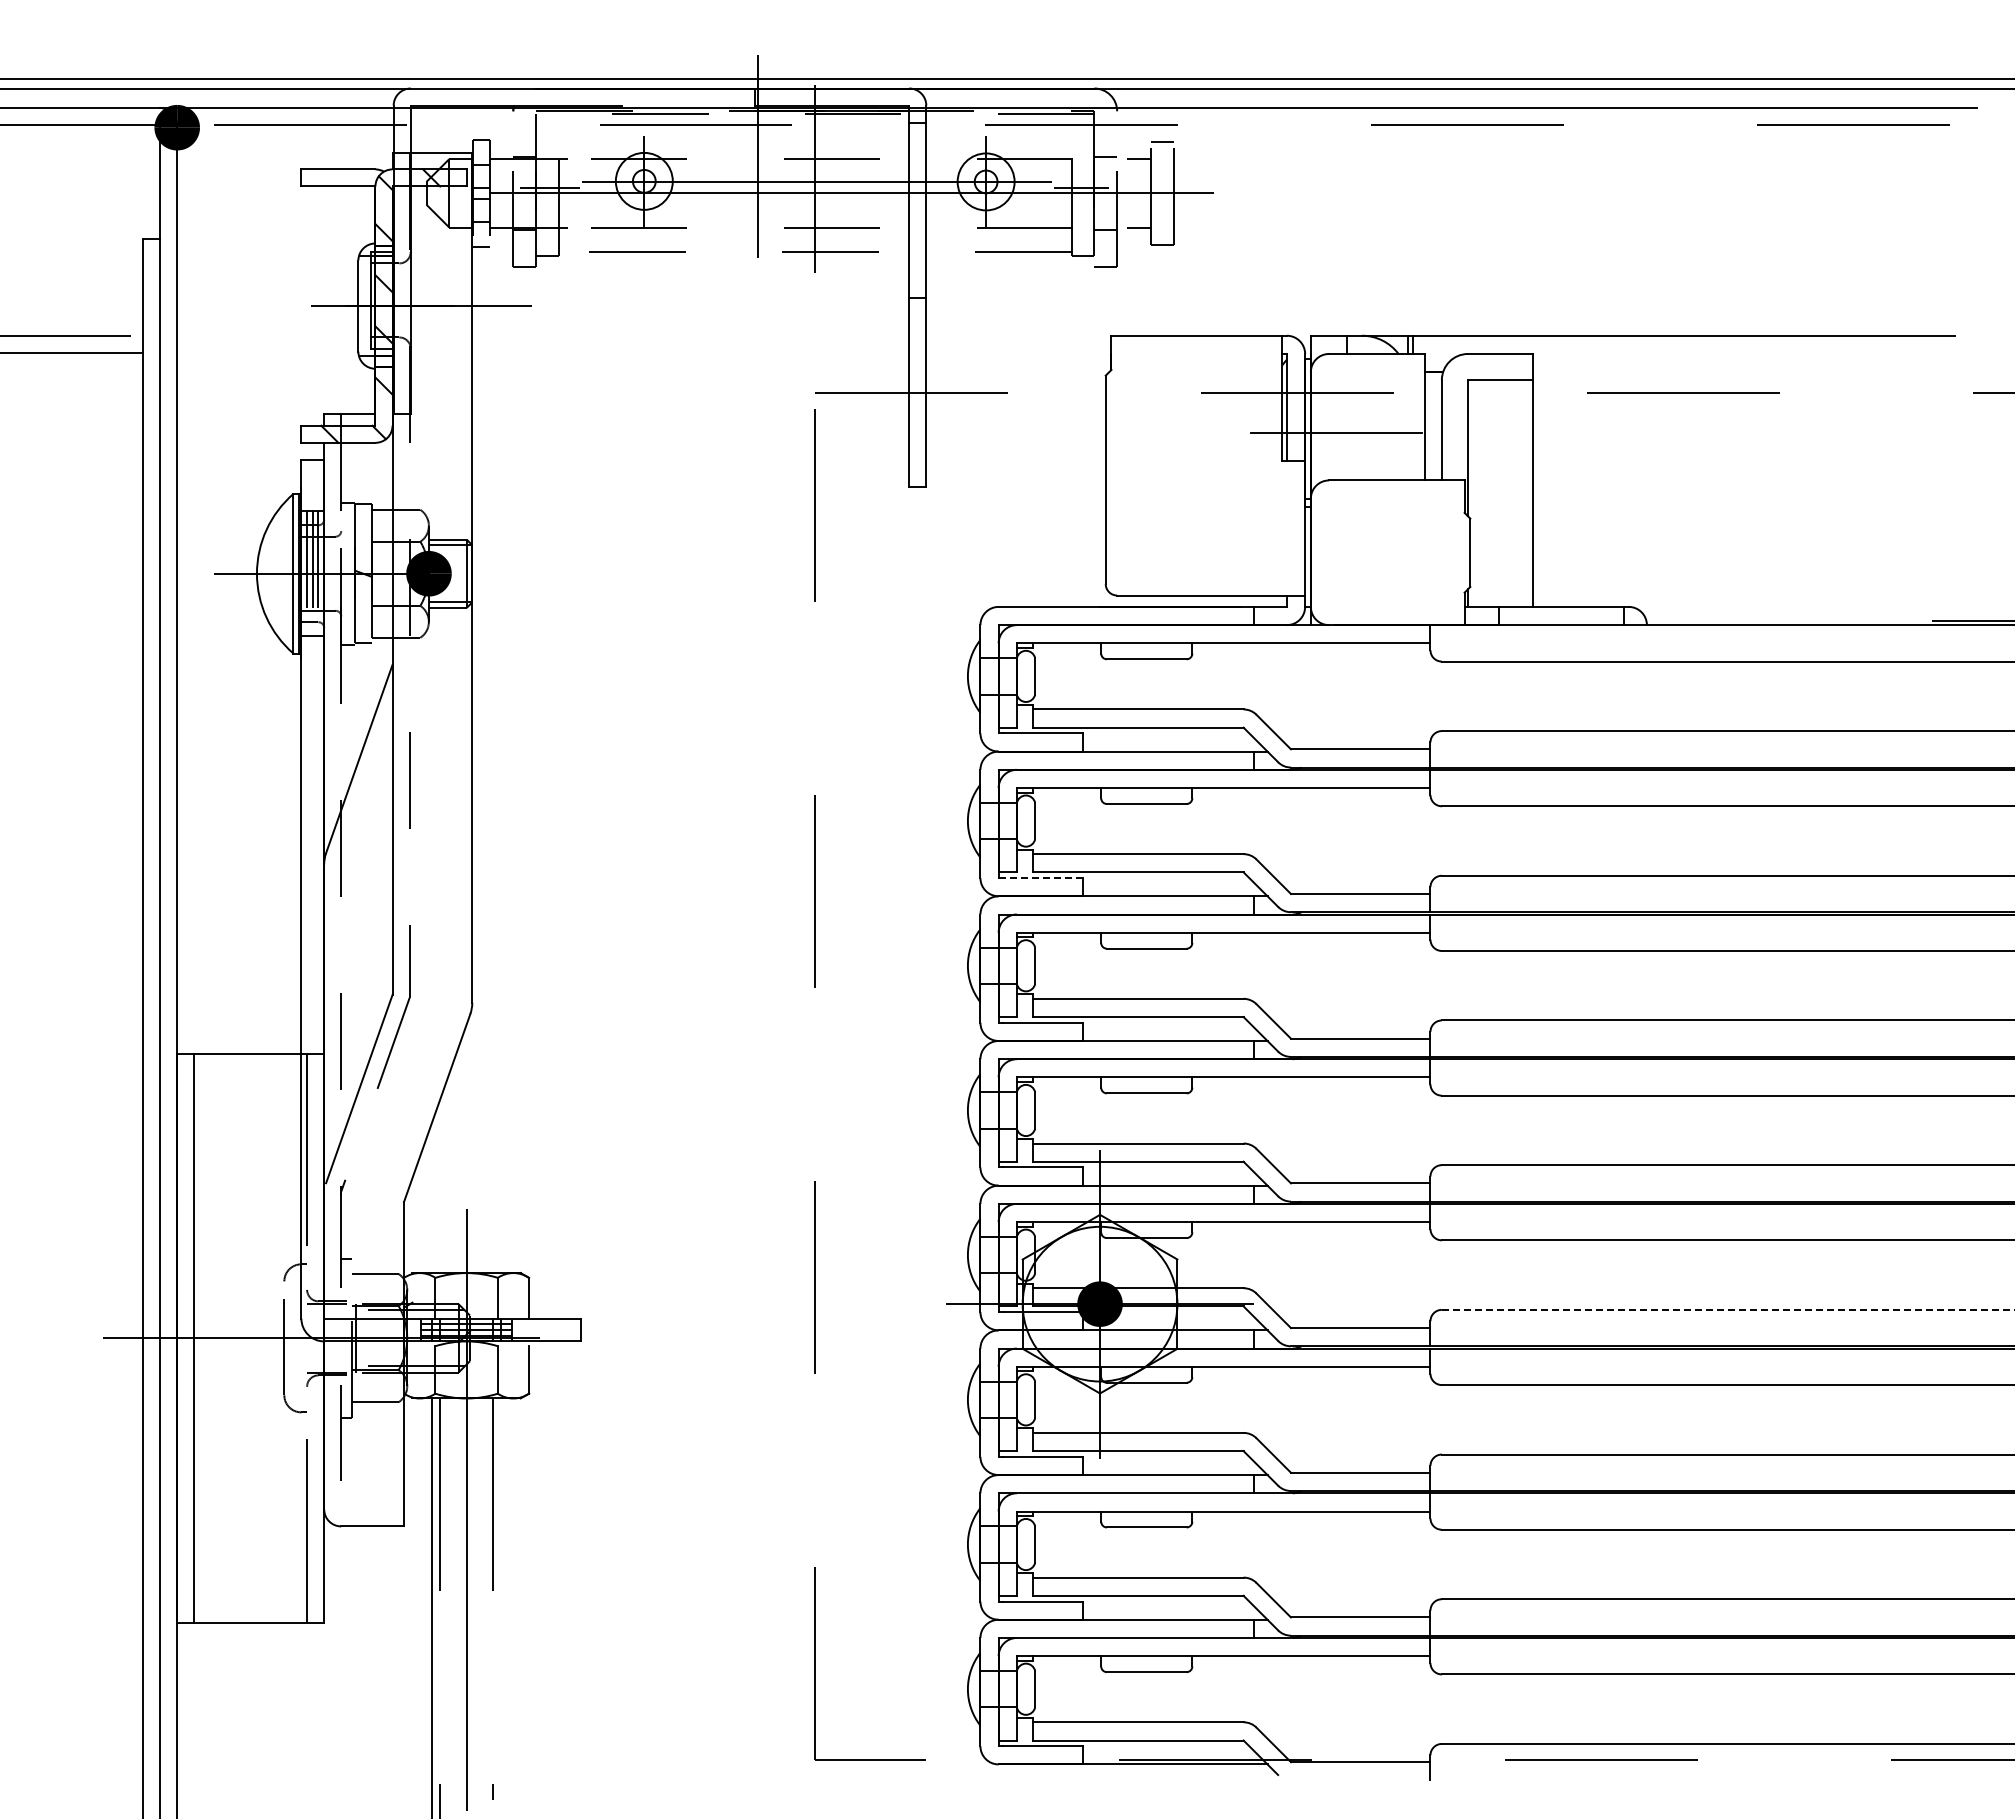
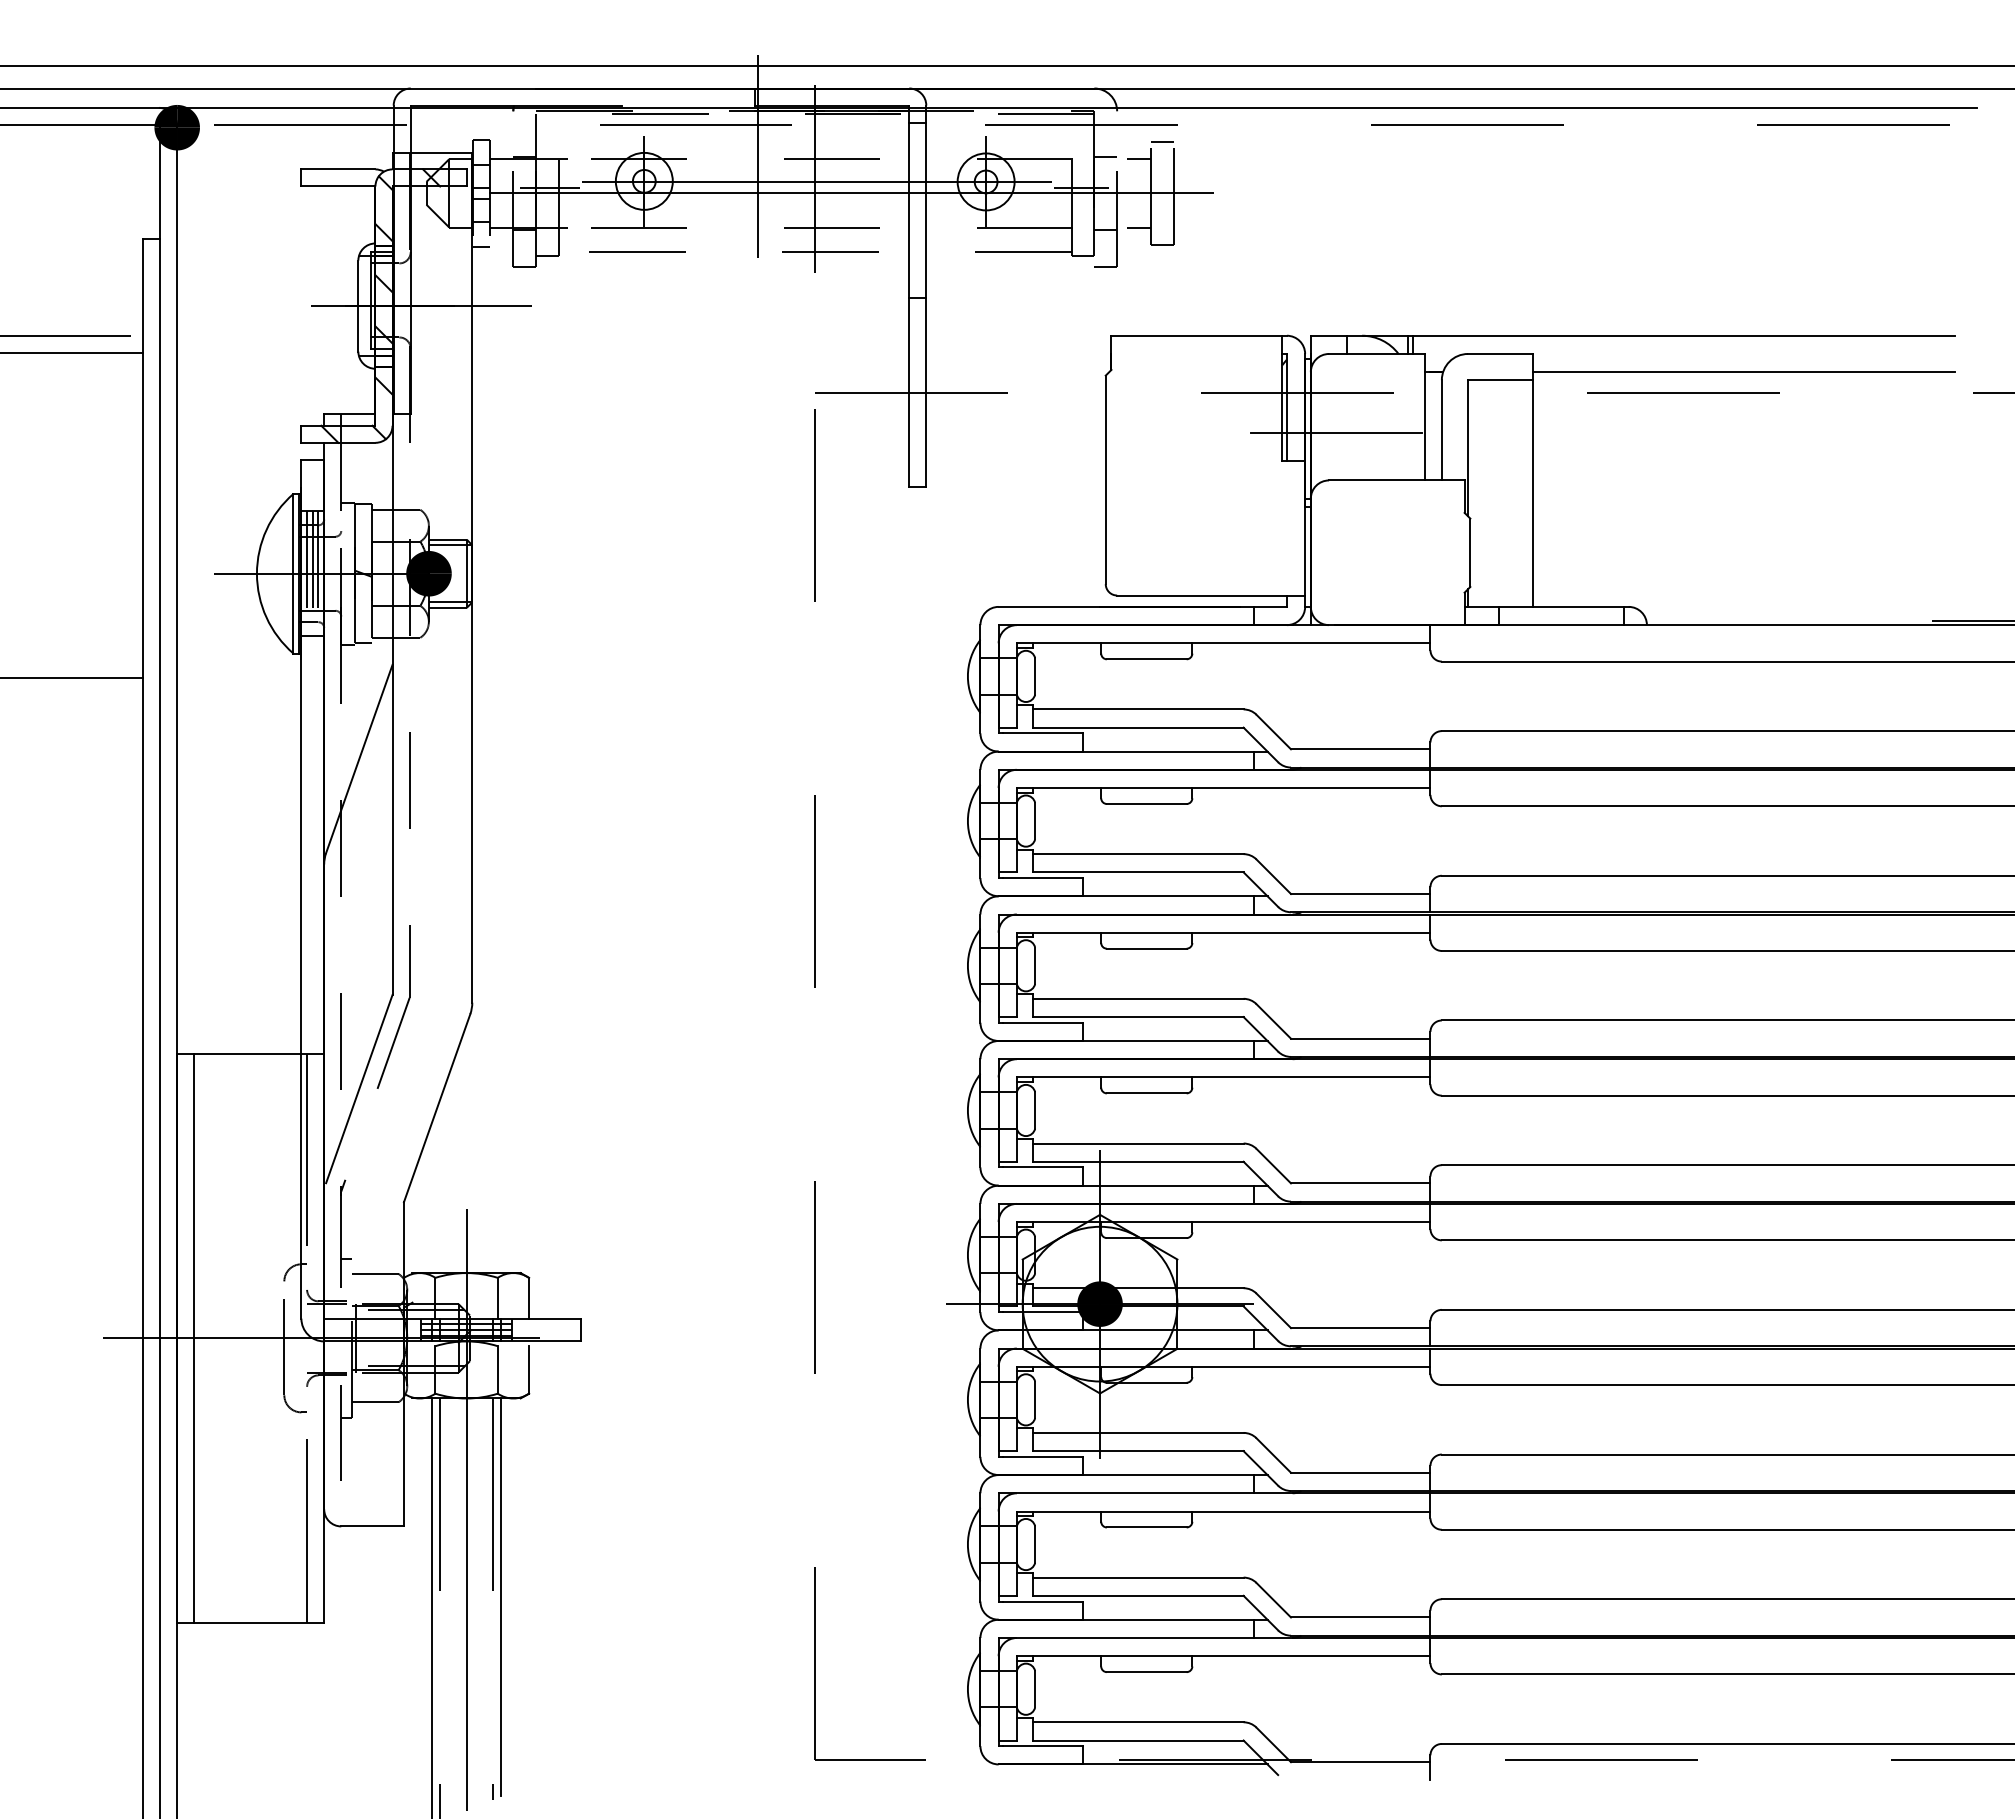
line at (1006, 78) position: (1006, 78) -> (1006, 65)
line at (1743, 372): none -> present
line at (72, 677): none -> present
line at (1043, 878): dashed -> solid
line at (1728, 1309): dashed -> solid
line at (500, 1597): none -> present
